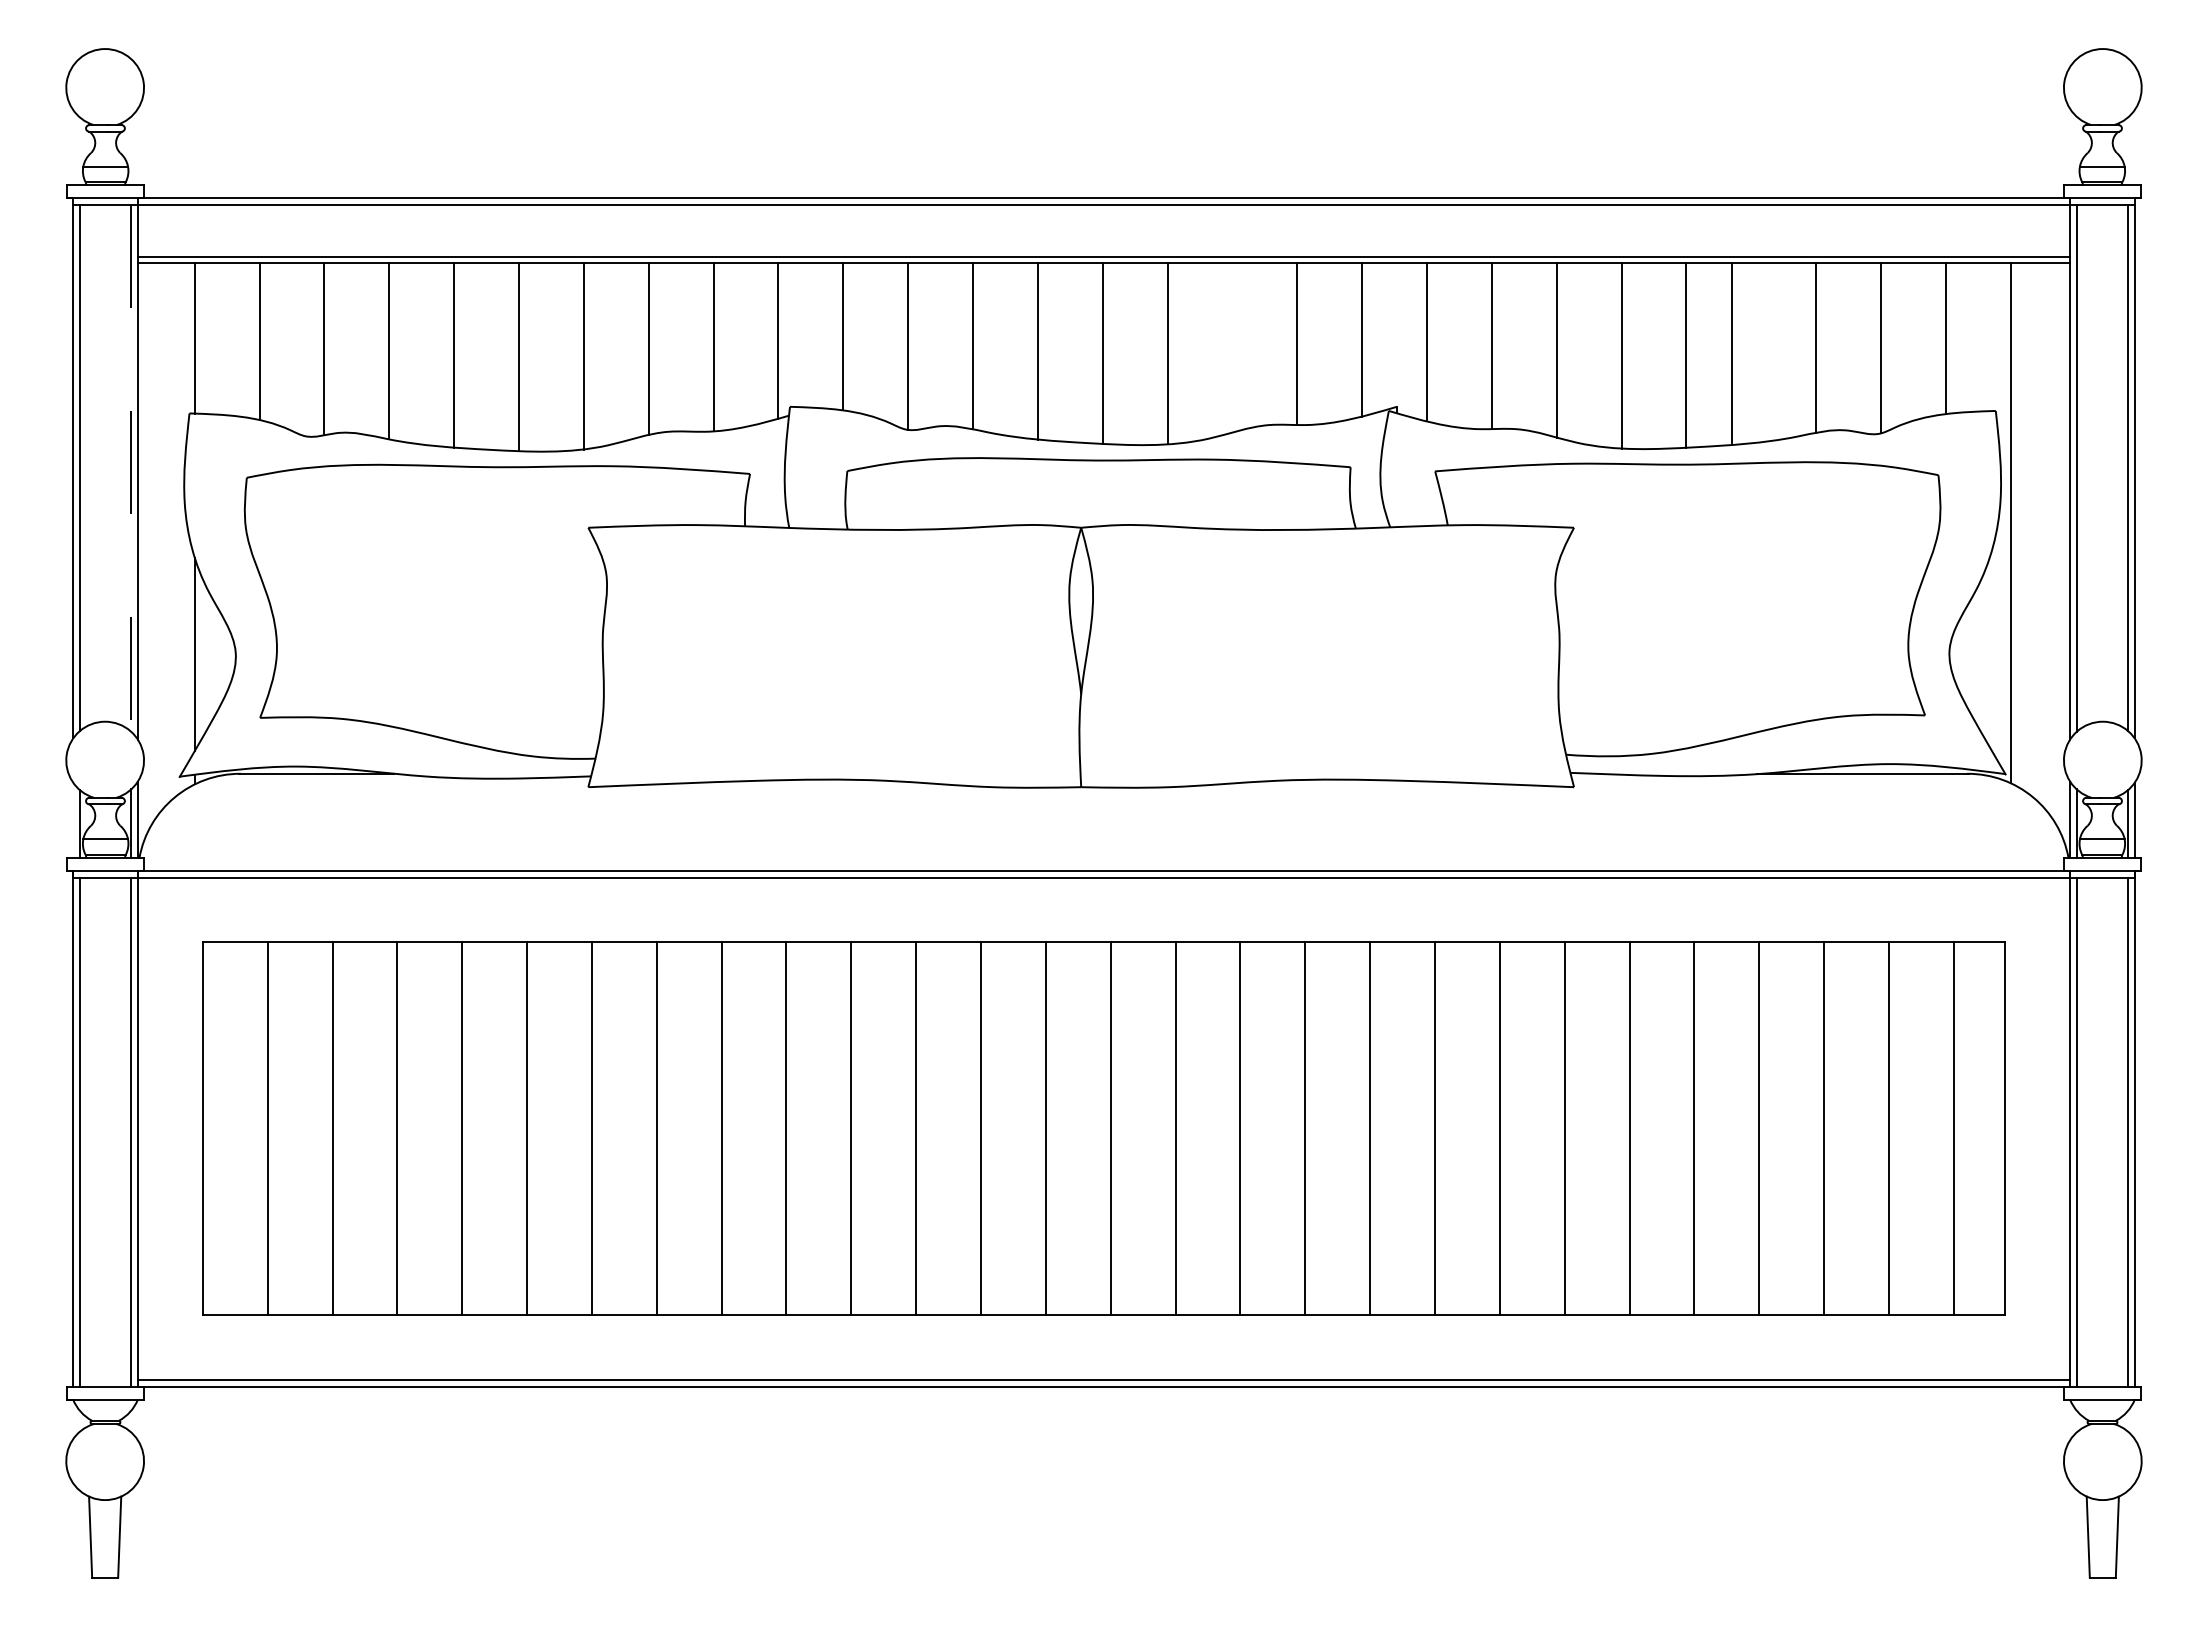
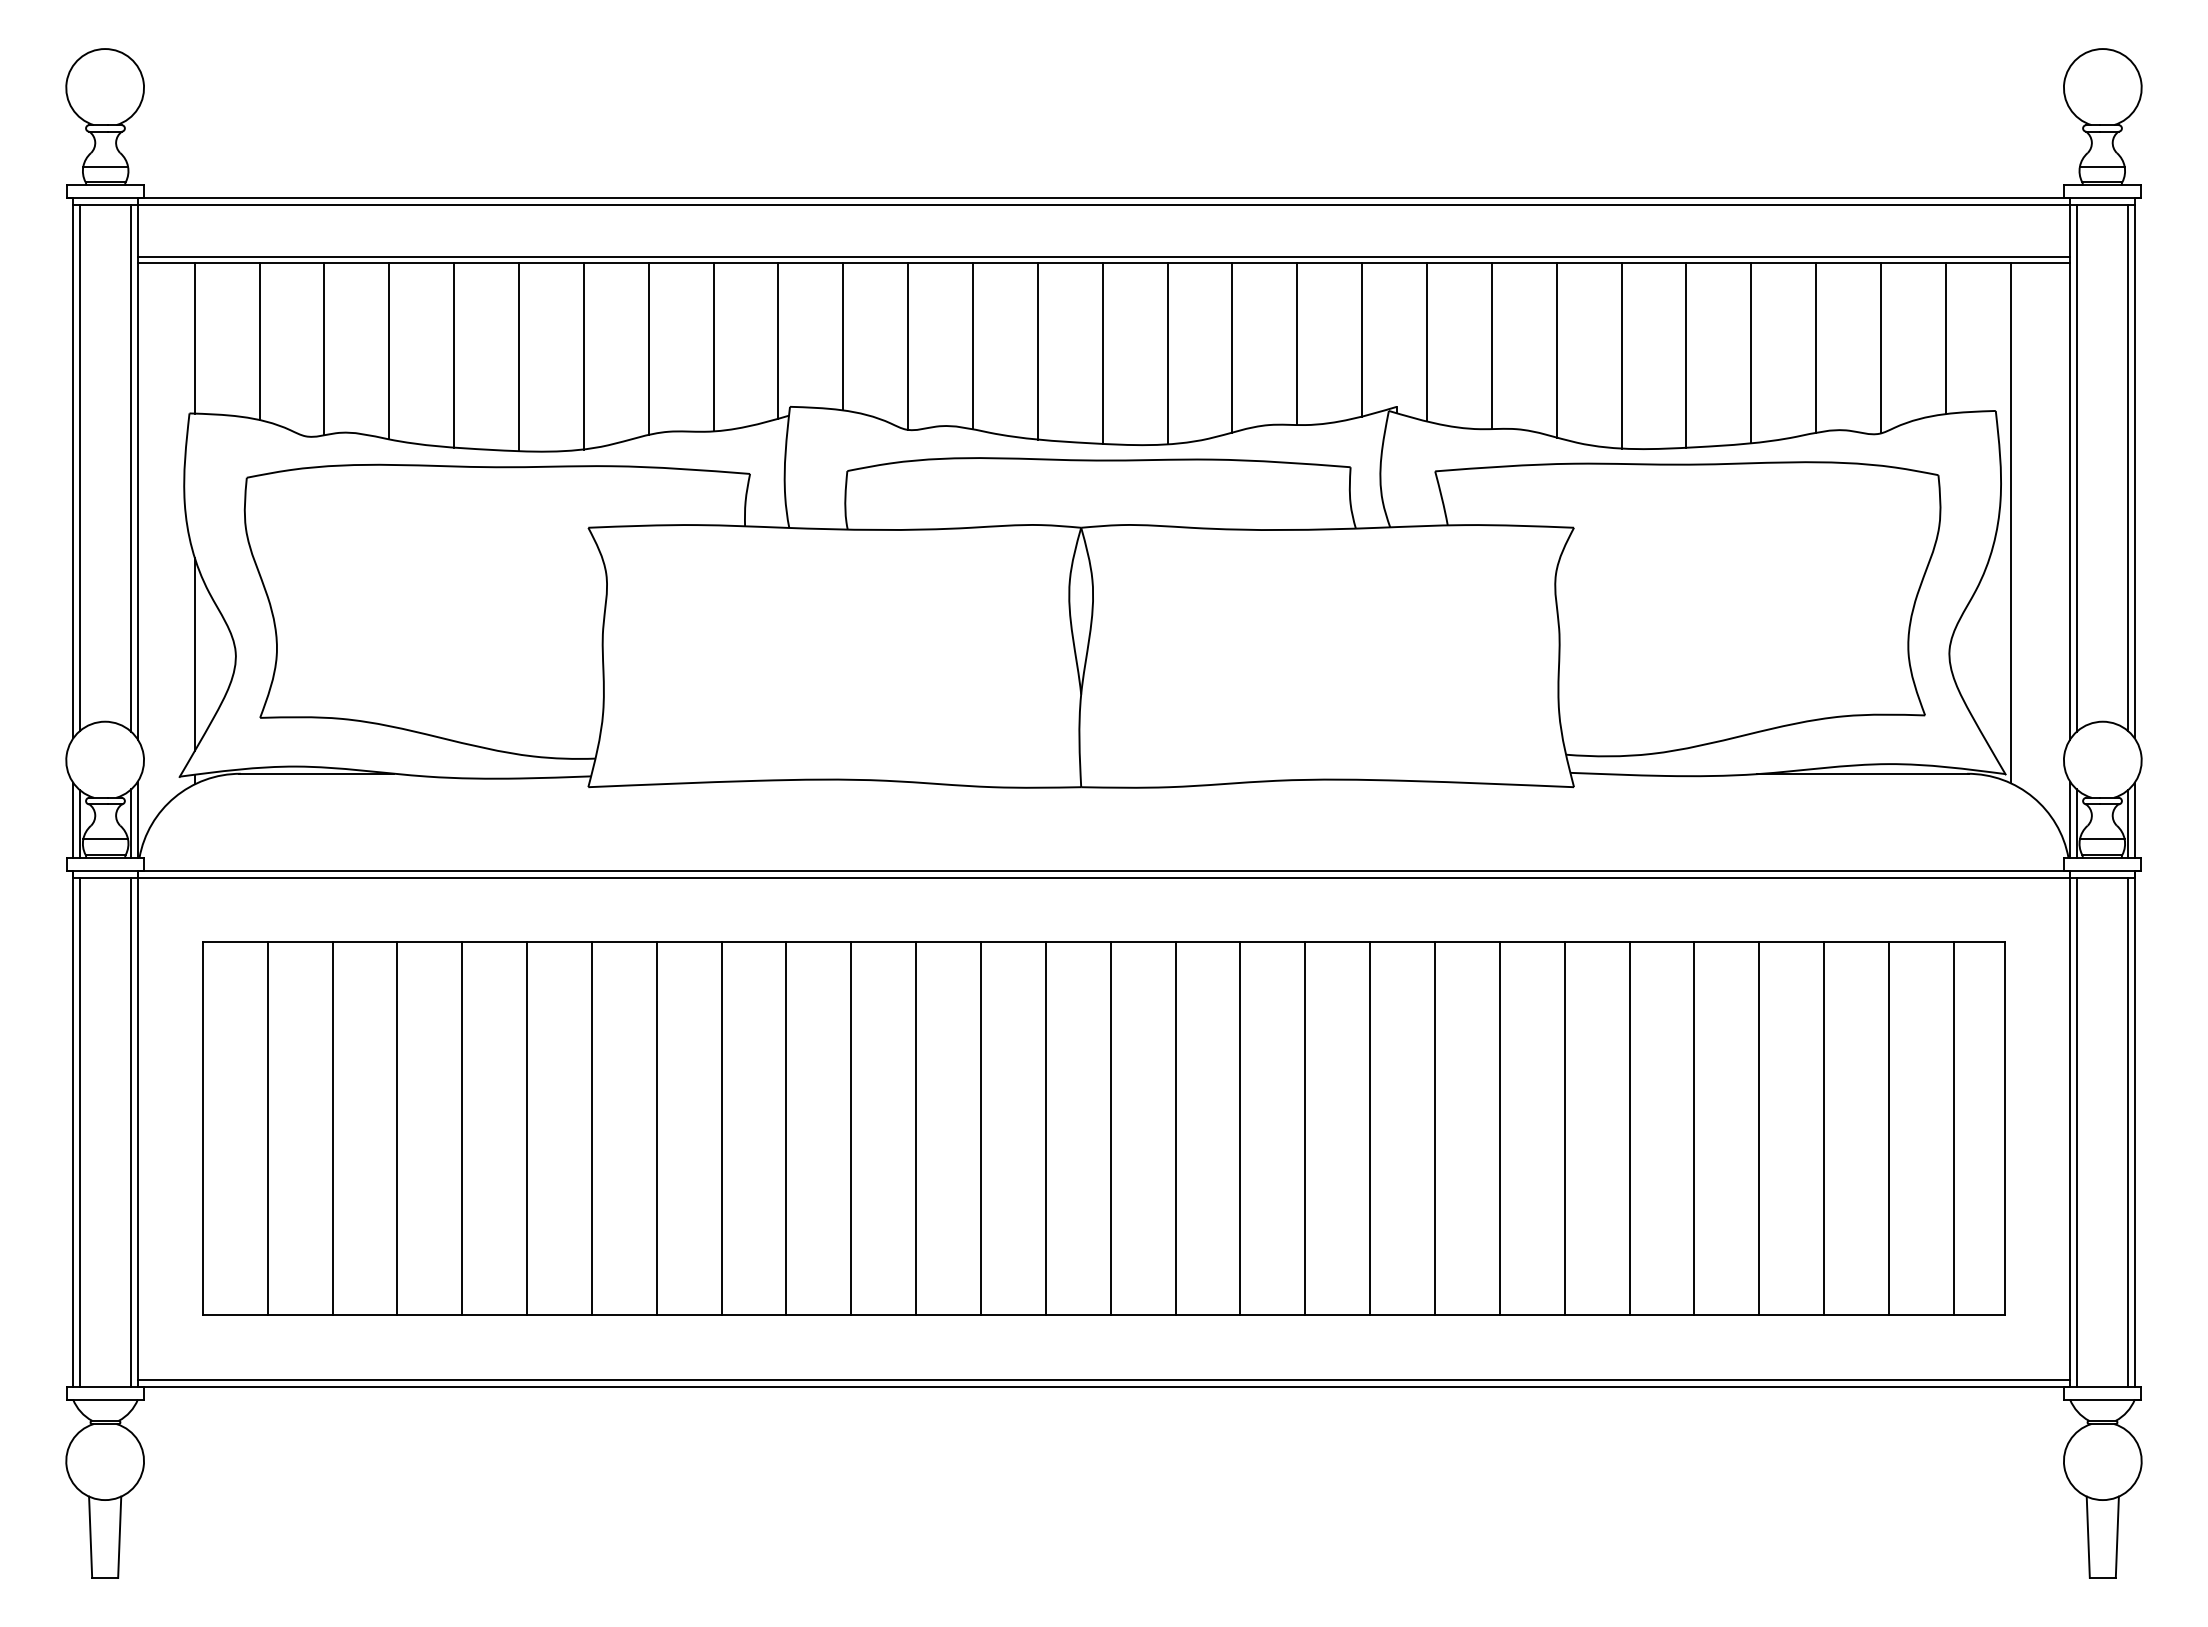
line at (1232, 347): none -> present
line at (1732, 353) position: (1732, 353) -> (1751, 353)
line at (131, 468): dashed -> solid
line at (73, 820): none -> present
